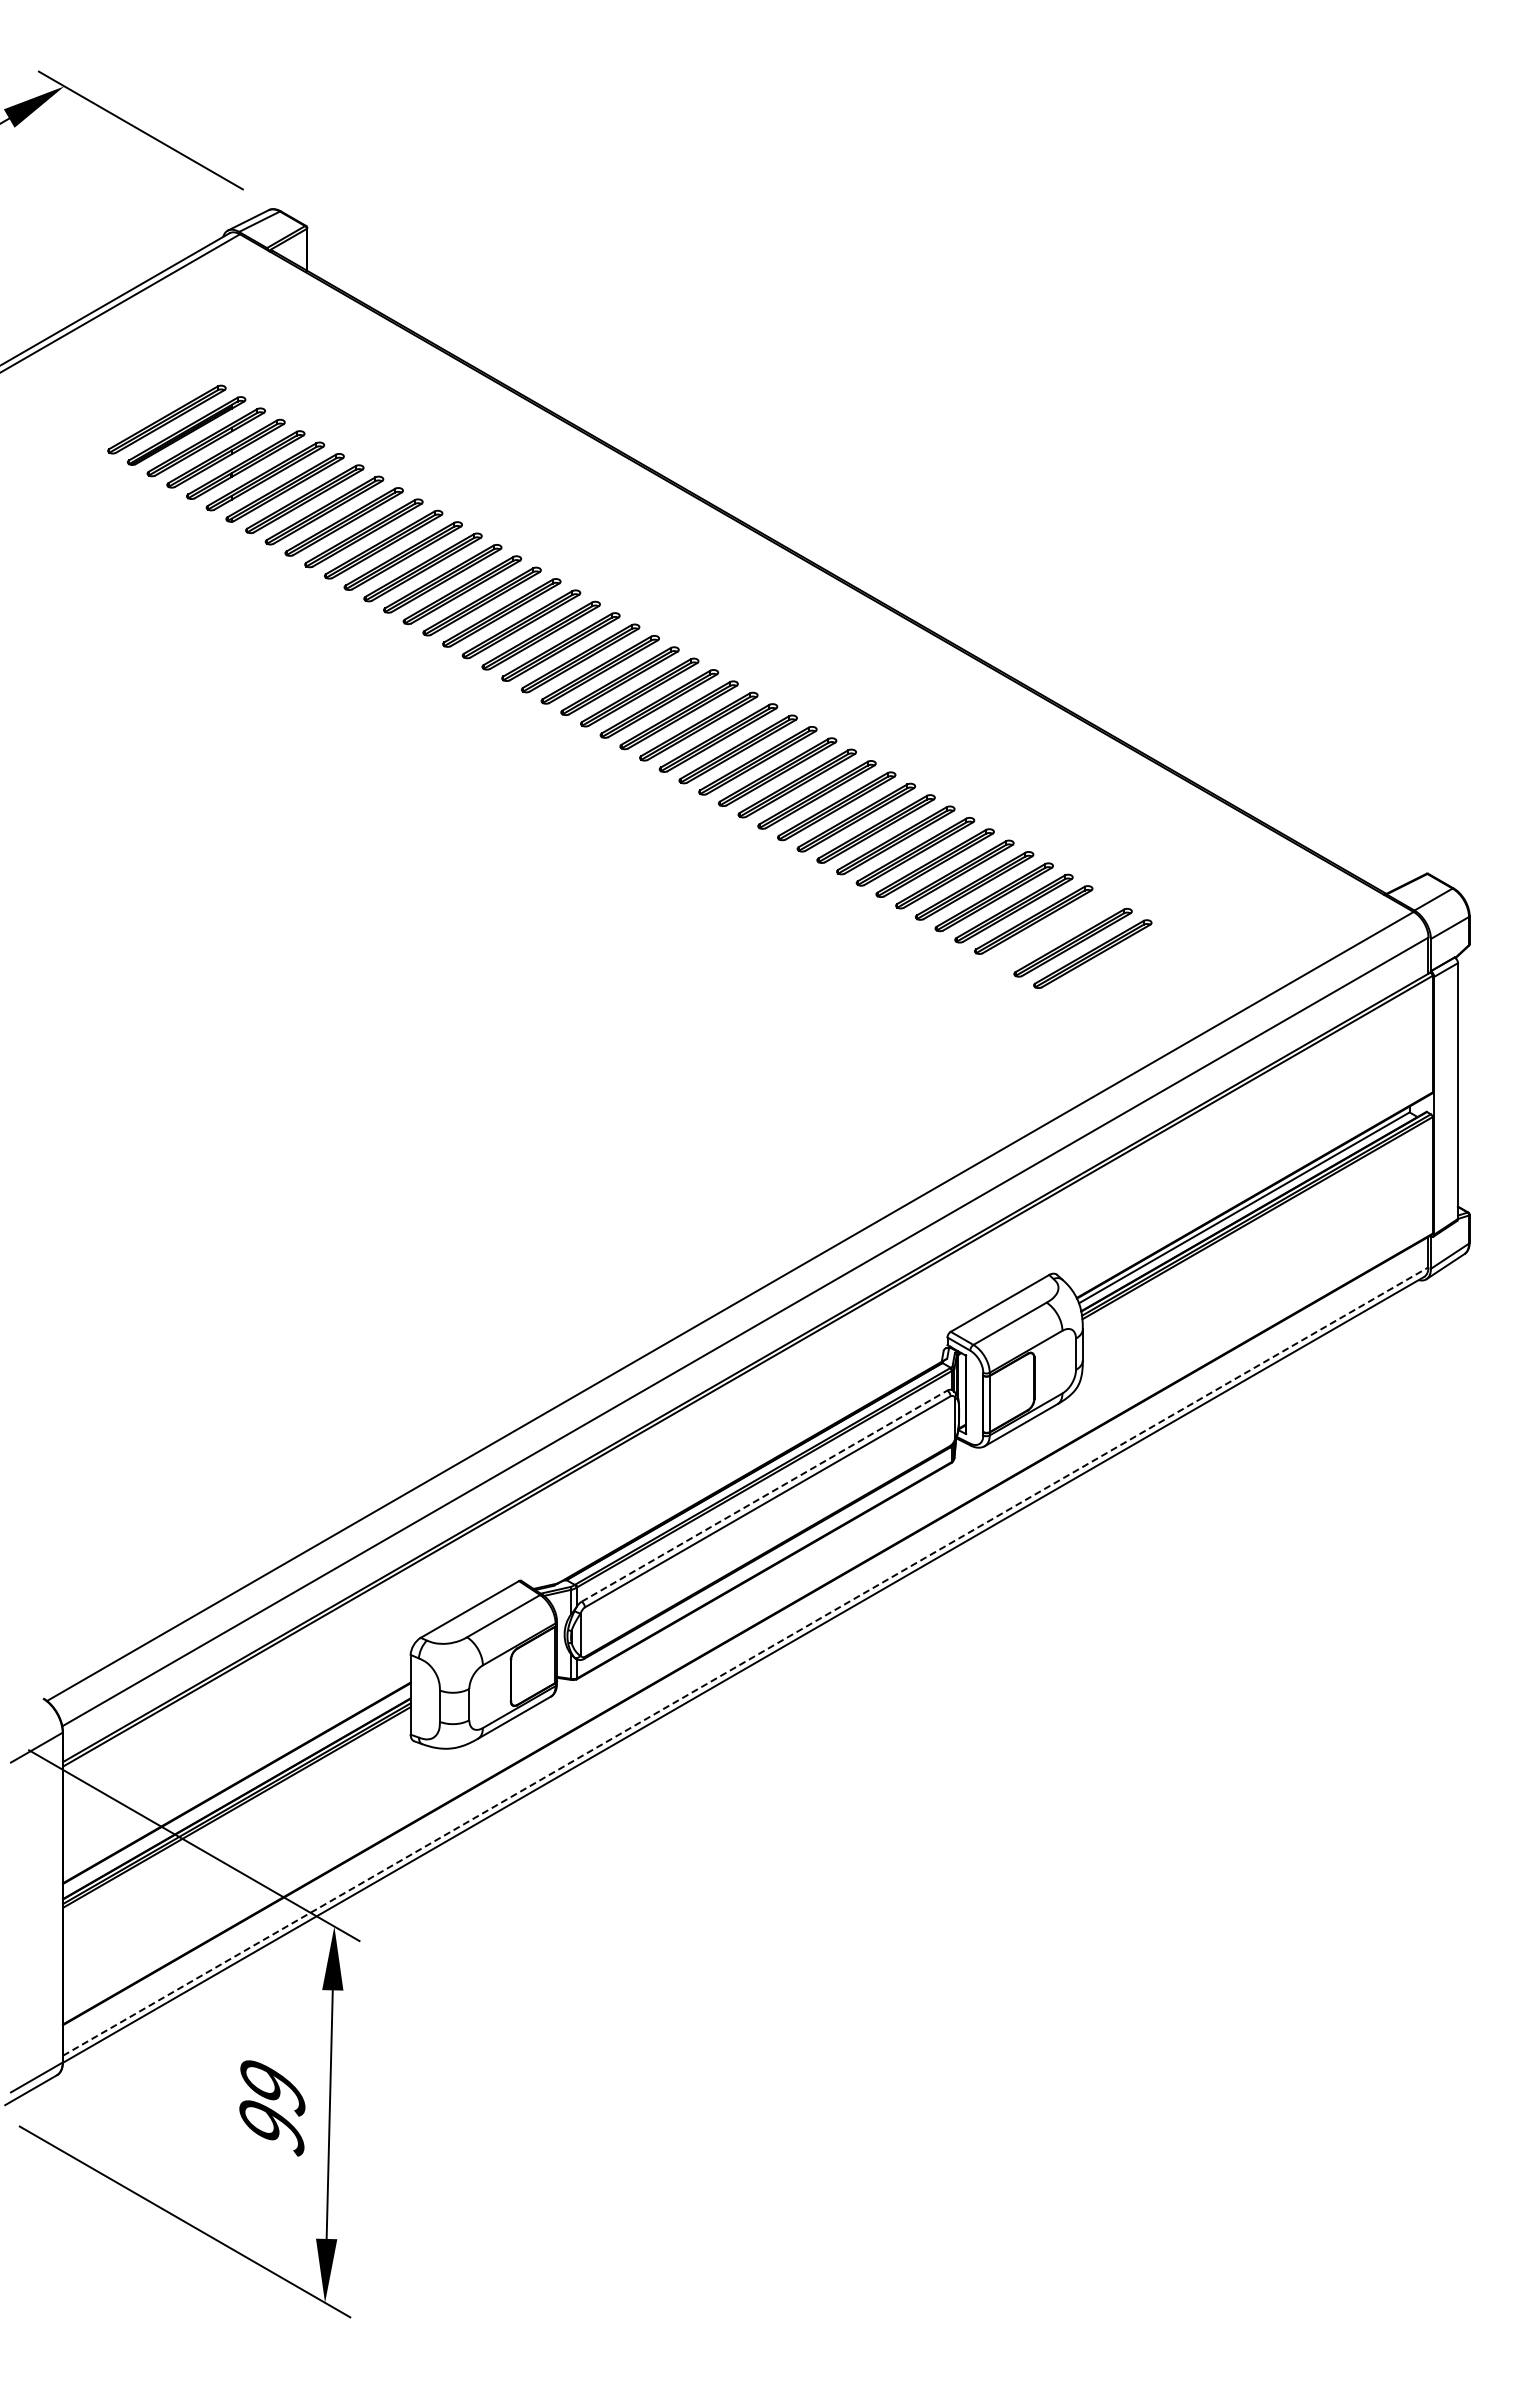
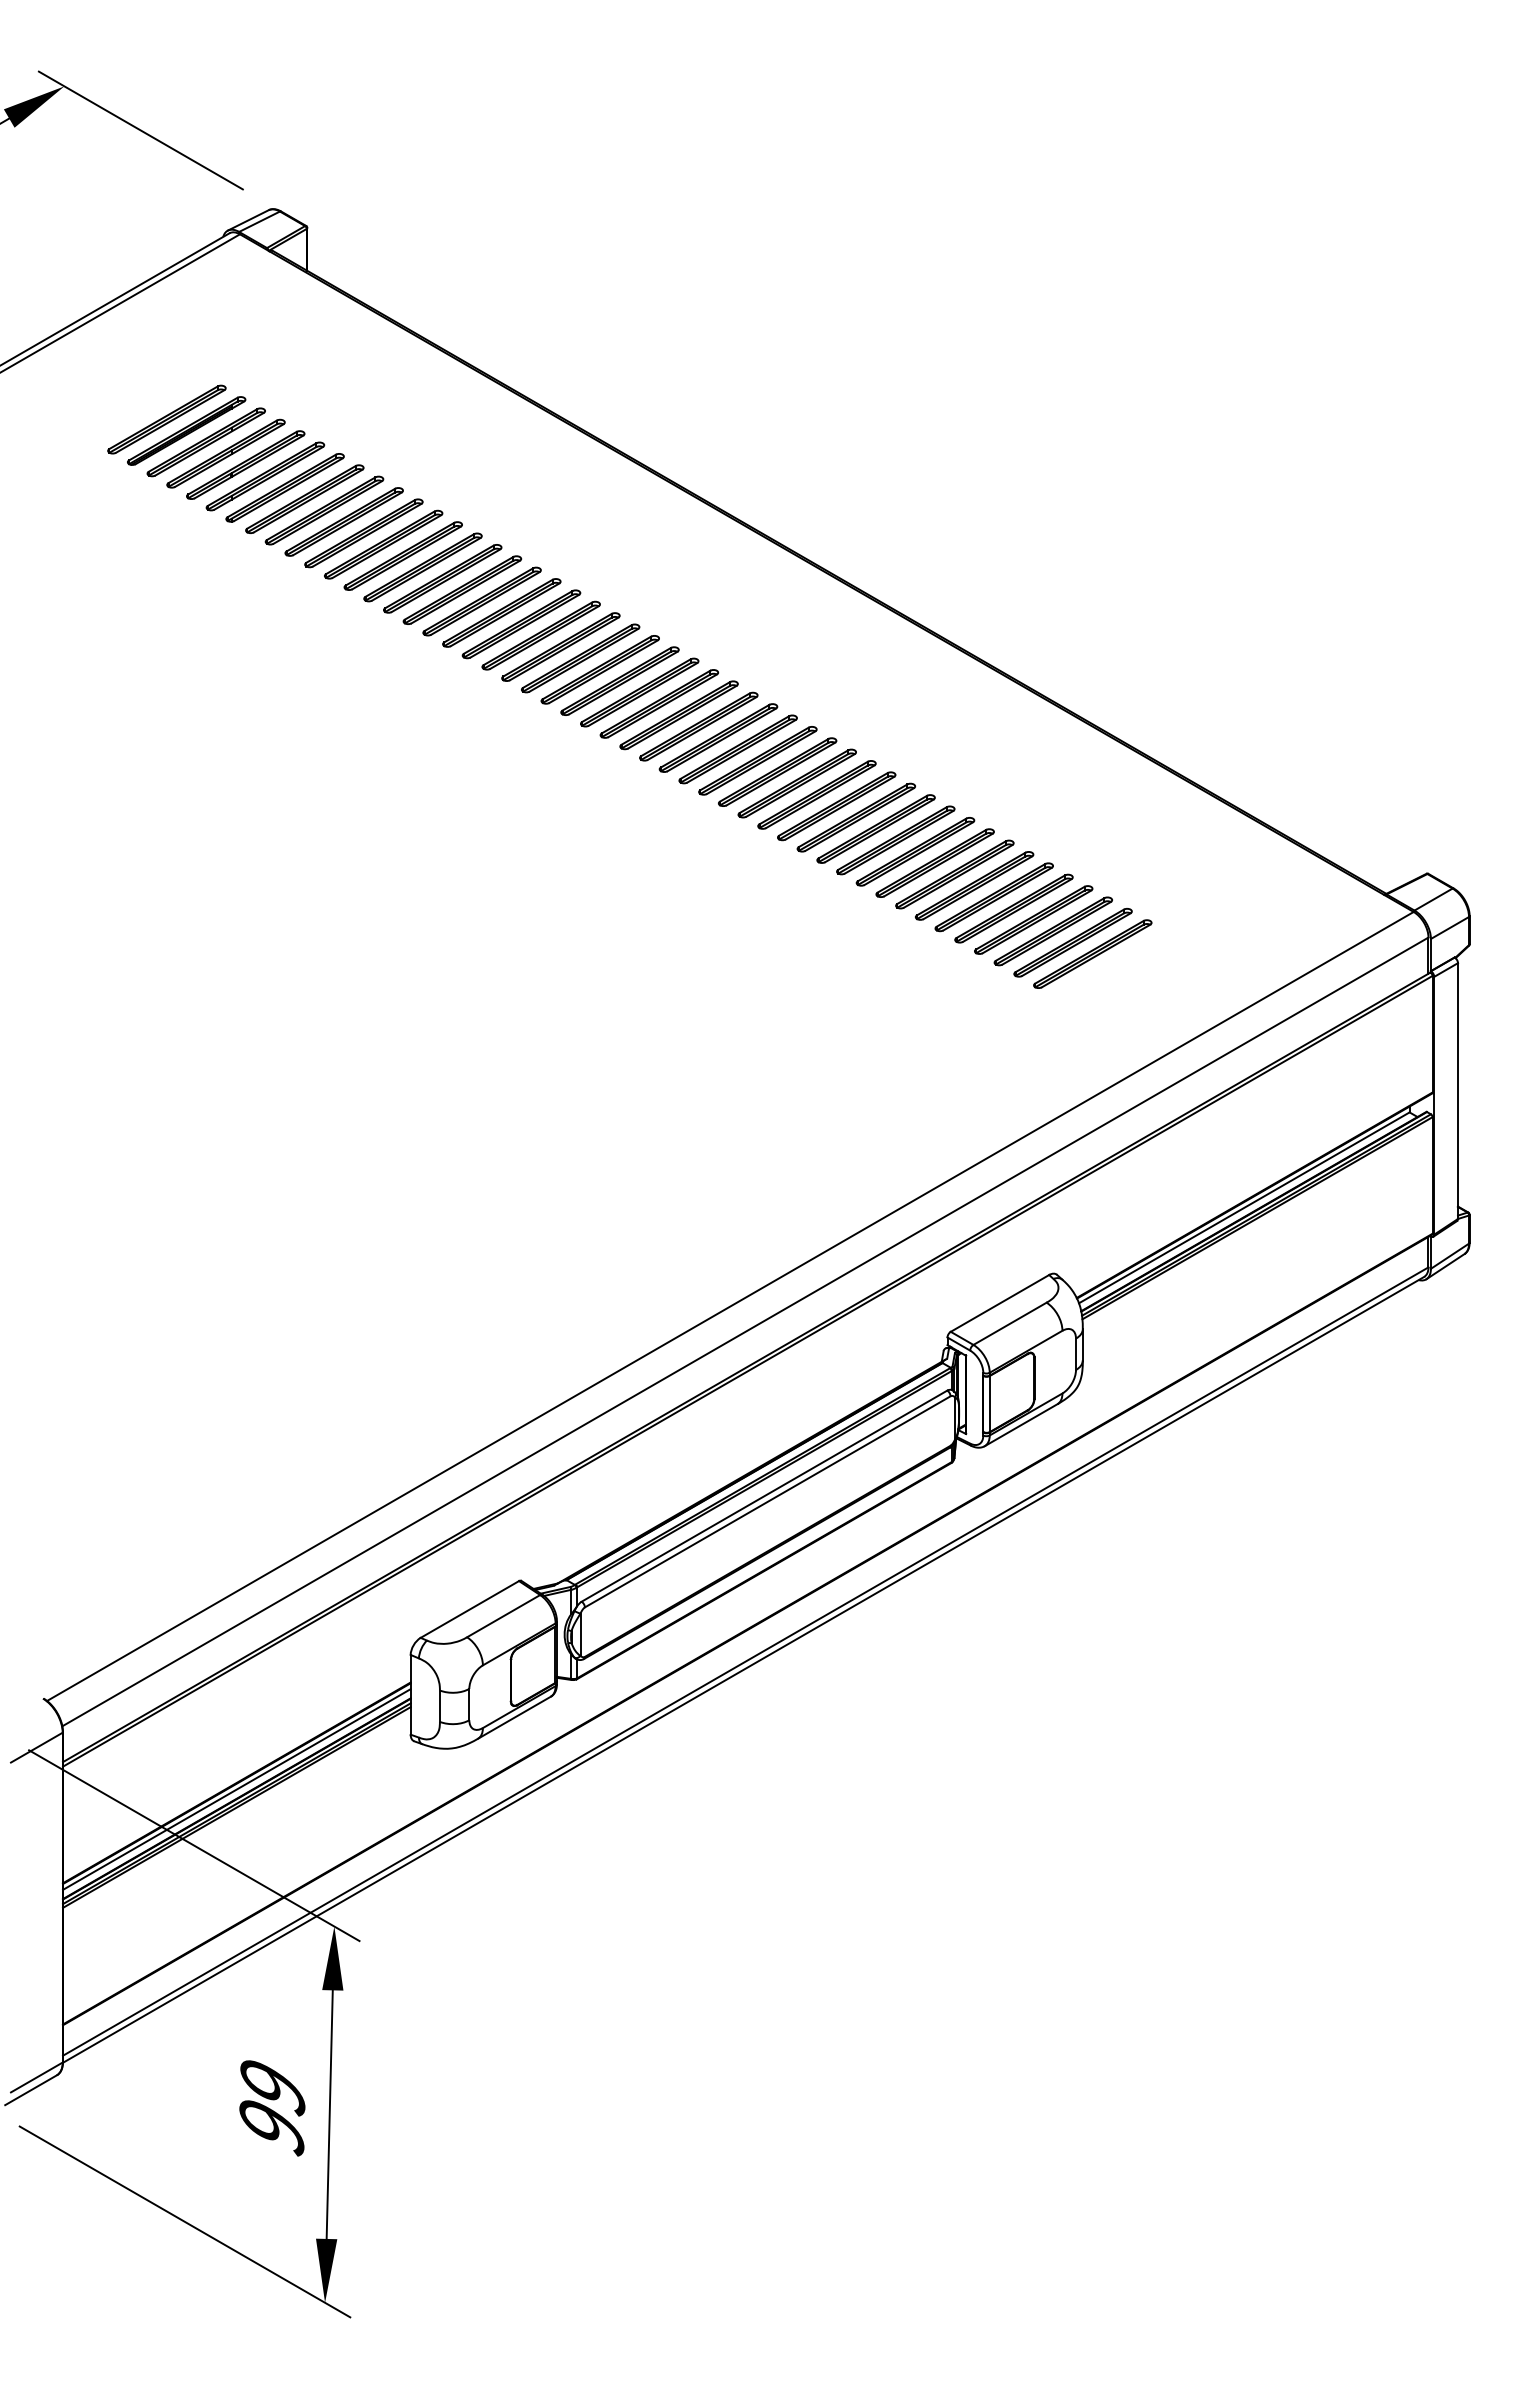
part at (1052, 931): none -> present
line at (764, 1495): dashed -> solid
line at (746, 1661): dashed -> solid
line at (236, 1789): none -> present
